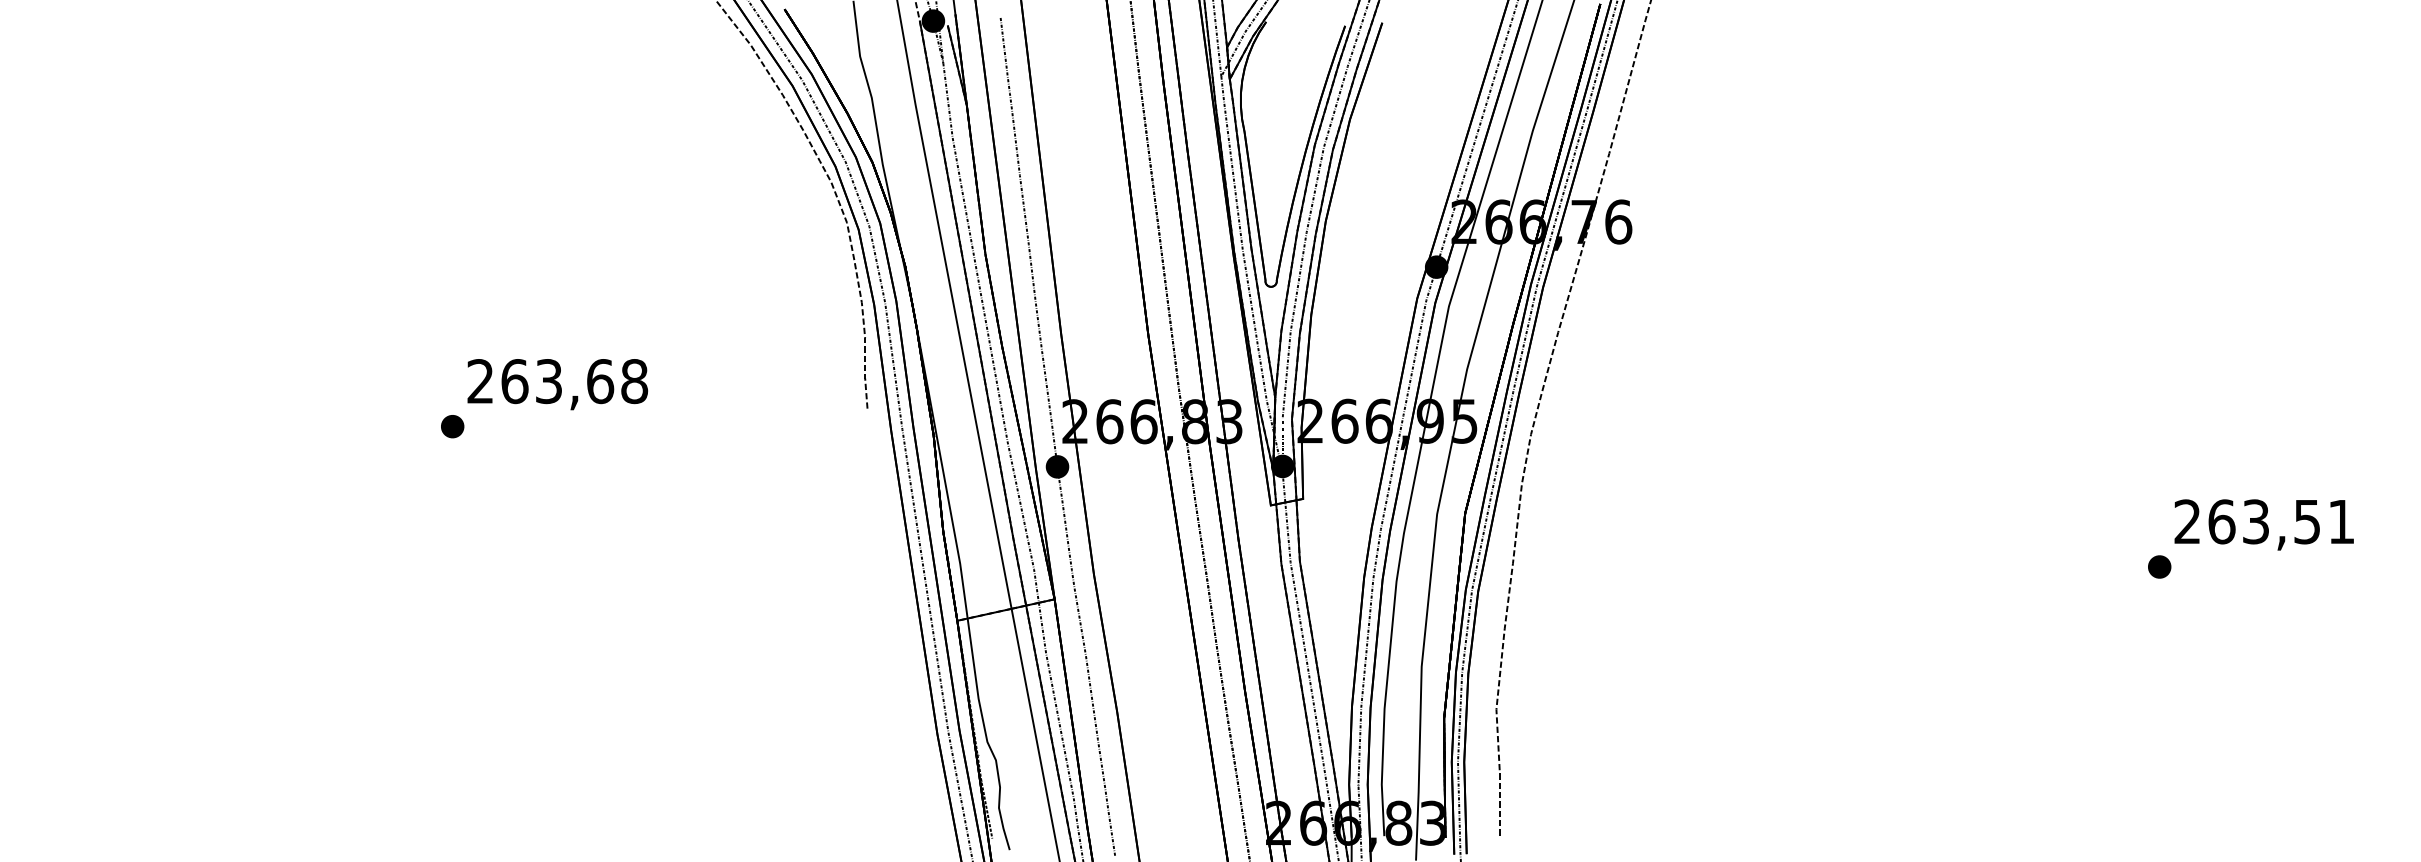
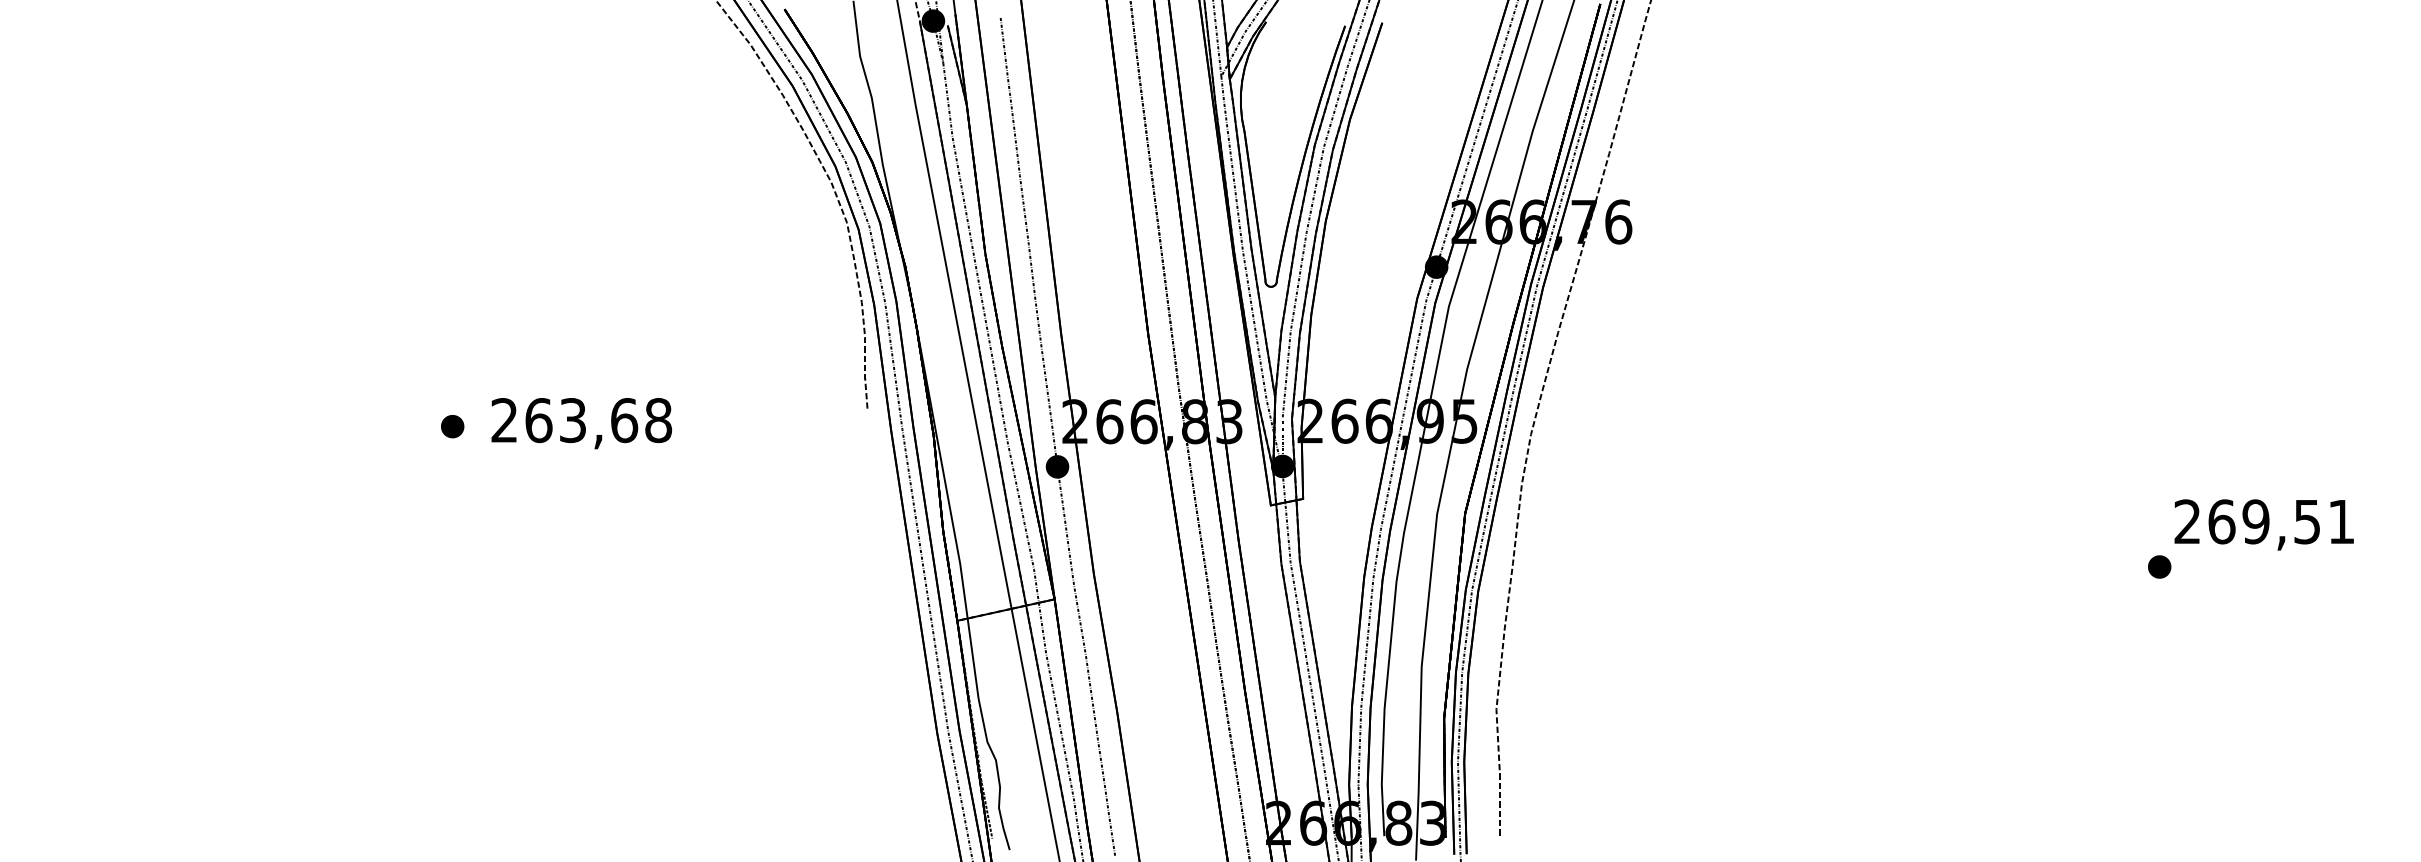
text at (557, 384) position: (557, 384) -> (581, 423)
text at (2255, 521): 263,51 -> 269,51
